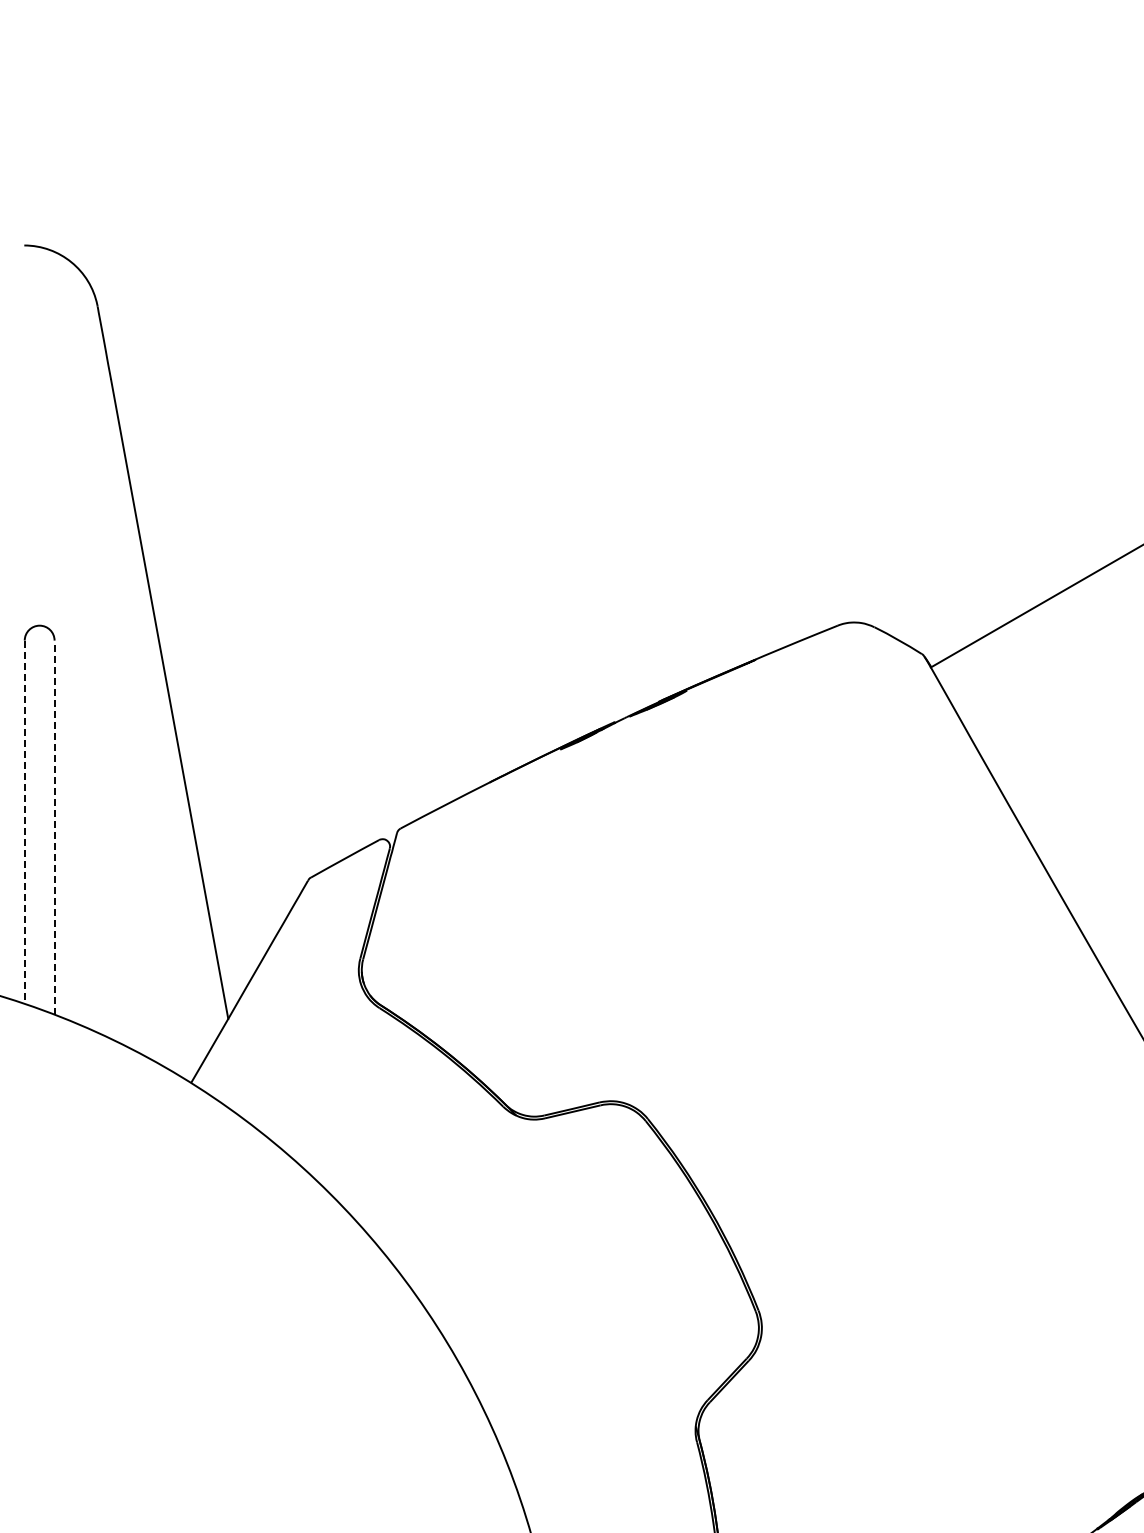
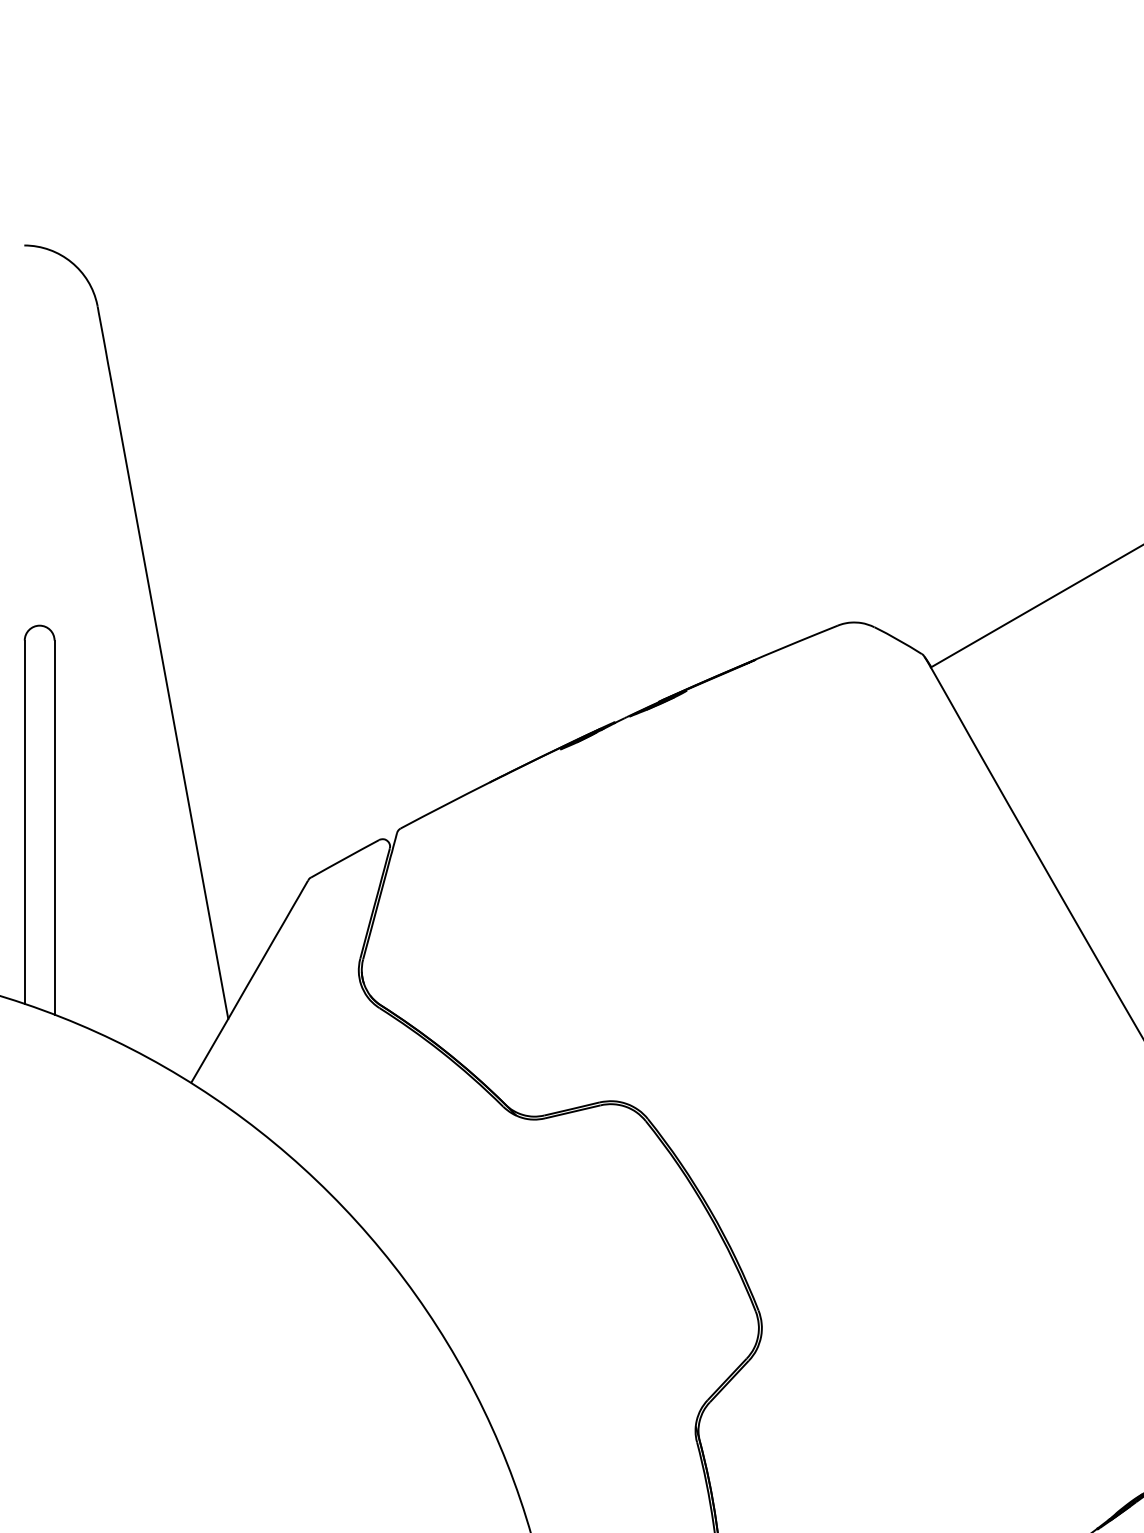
line at (24, 822): dashed -> solid
line at (54, 827): dashed -> solid
